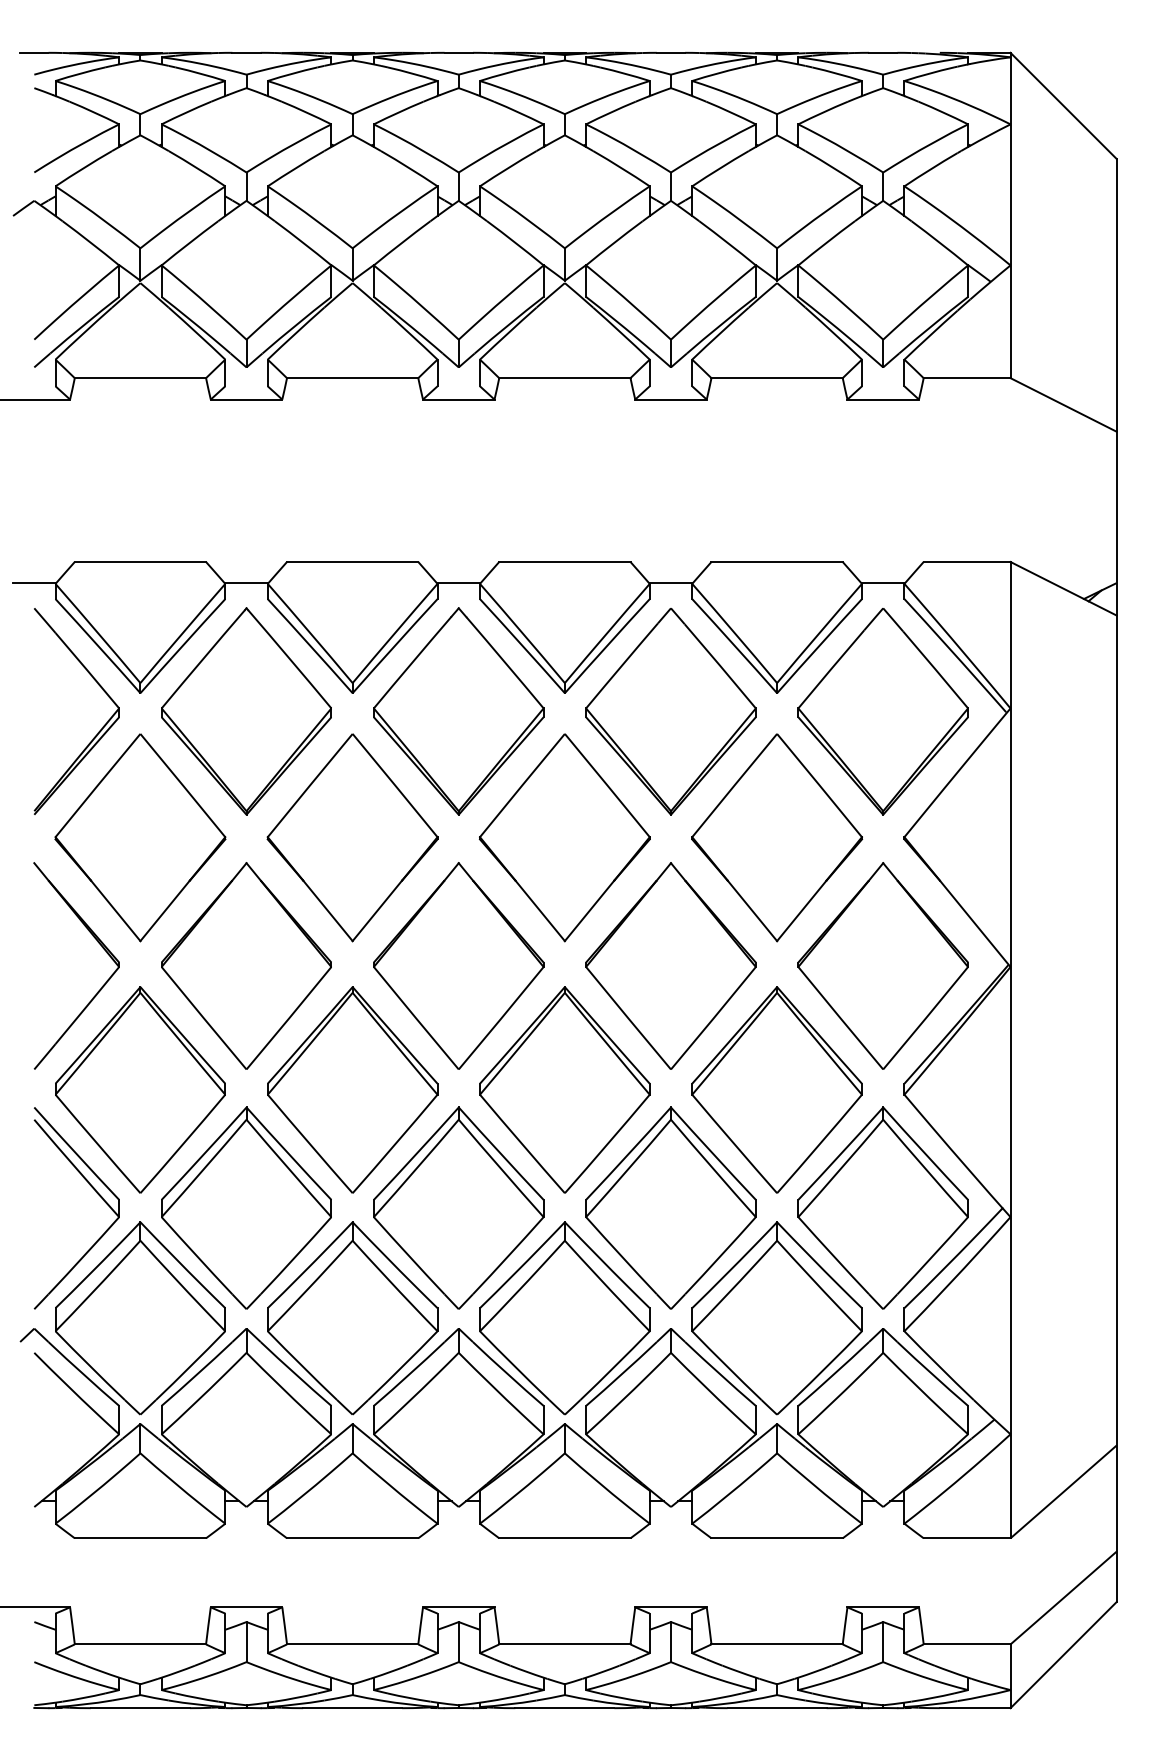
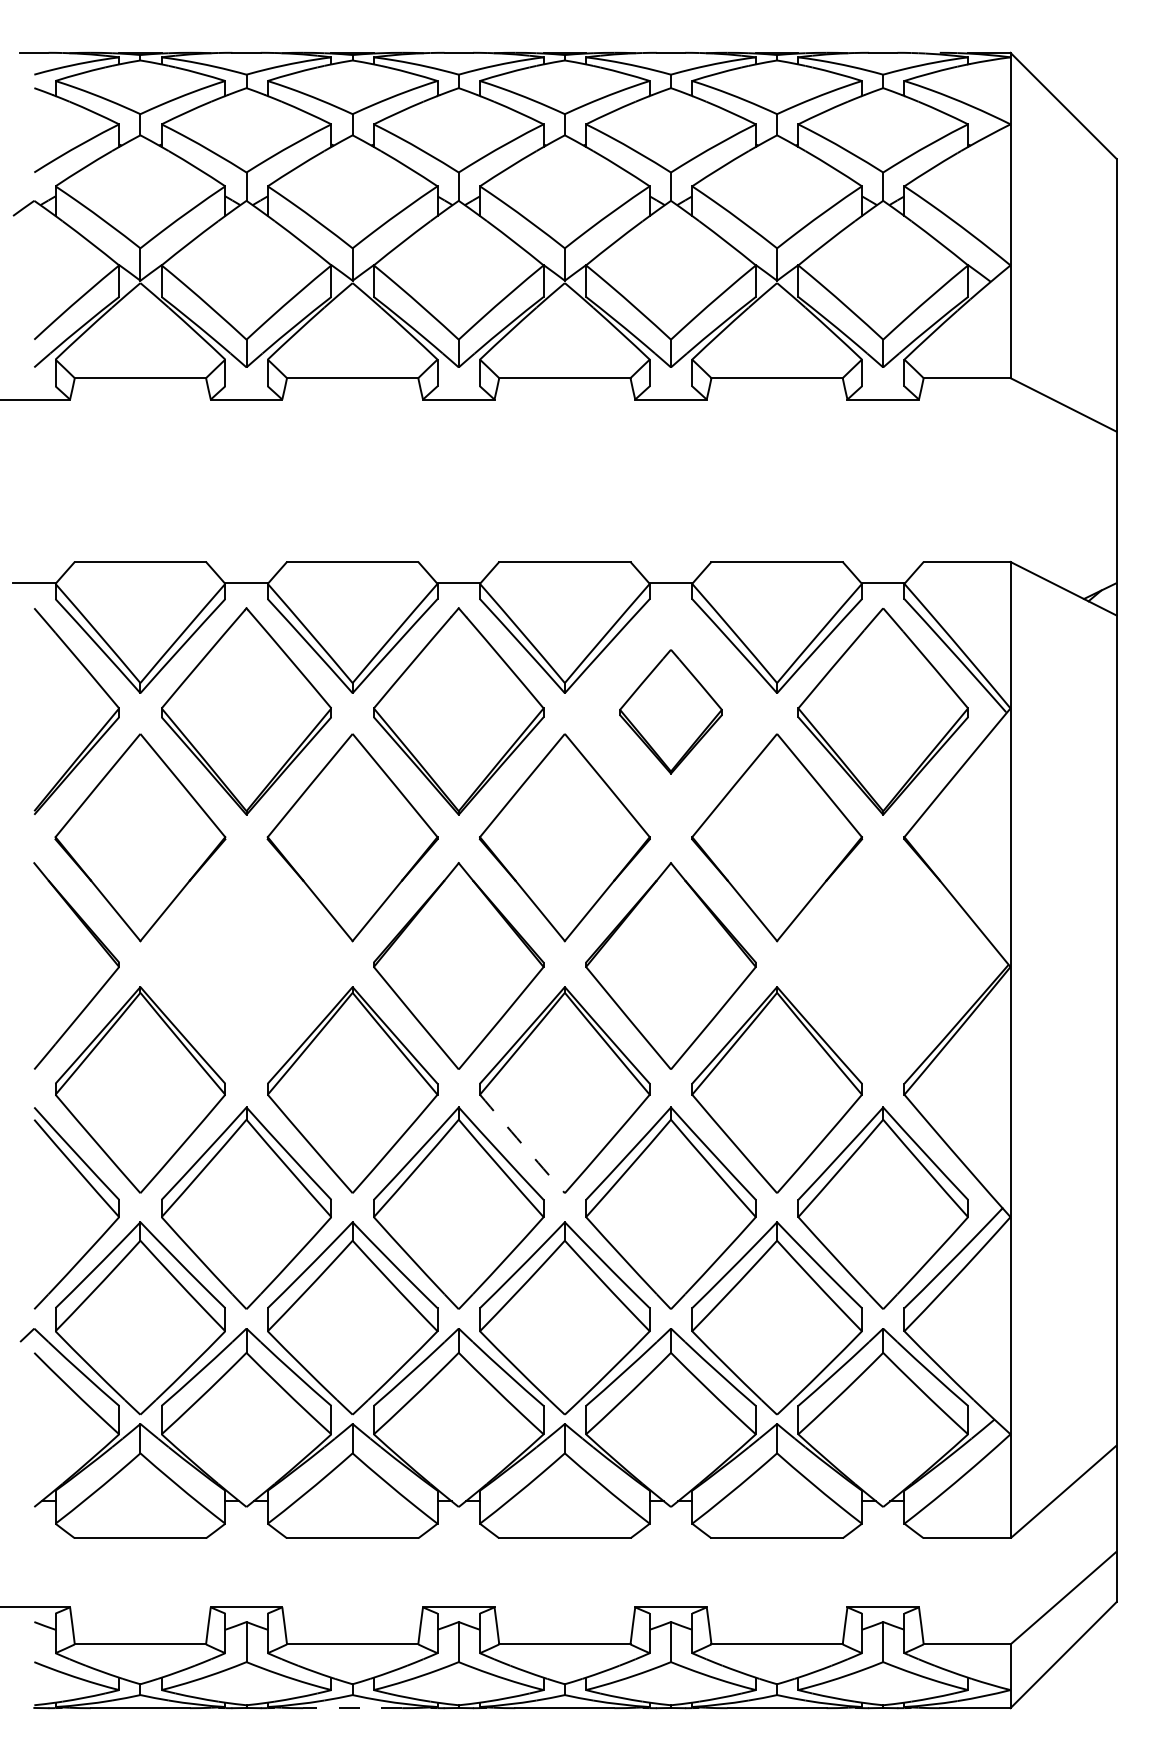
part at (670, 711) size: 172x208 px -> 104x126 px
part at (246, 965): present -> none
part at (882, 965): present -> none
arc at (522, 1144): solid -> dashed
line at (352, 1708): solid -> dashed
